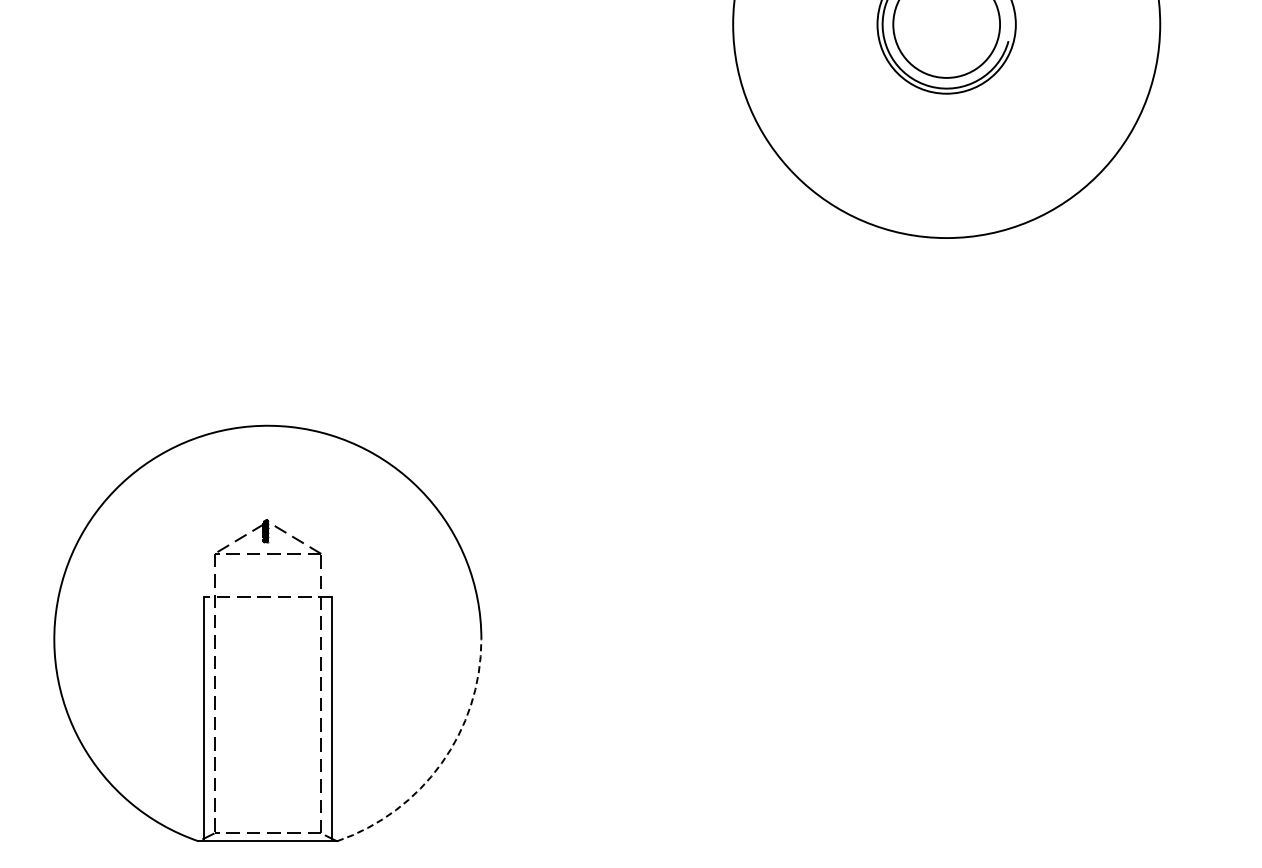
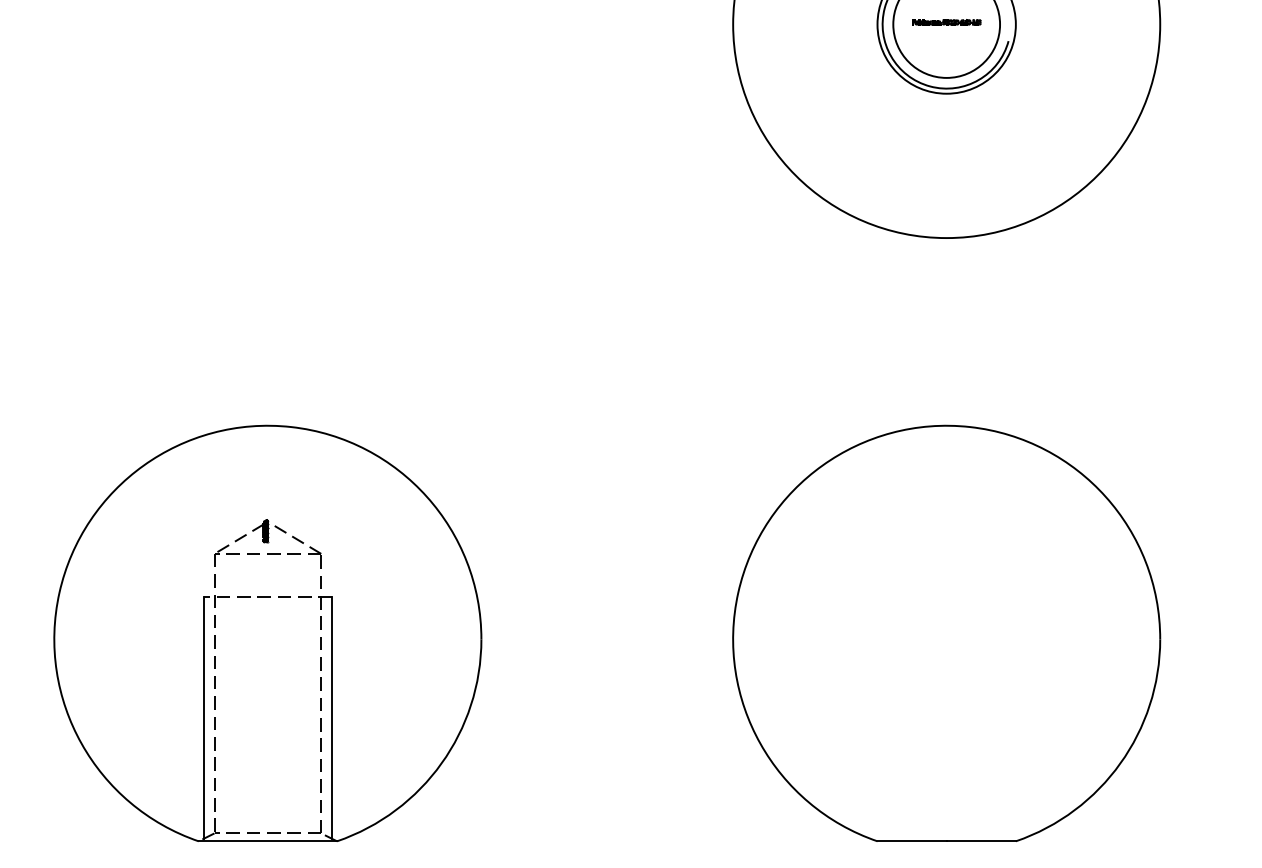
part at (946, 22): none -> present
part at (946, 632): none -> present
arc at (441, 763): dashed -> solid
